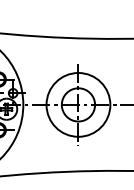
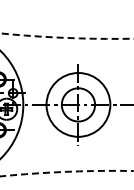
arc at (67, 37): solid -> dashed
arc at (66, 171): solid -> dashed
